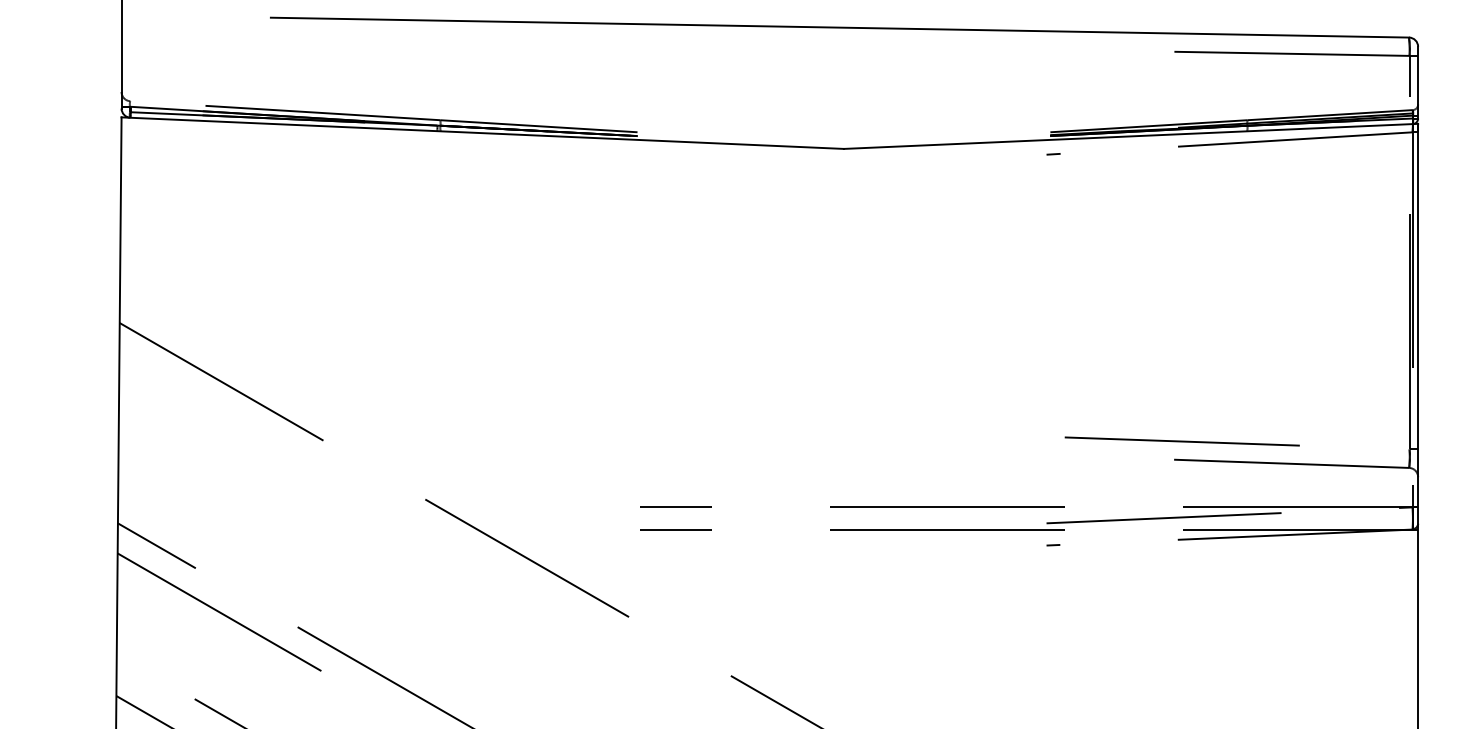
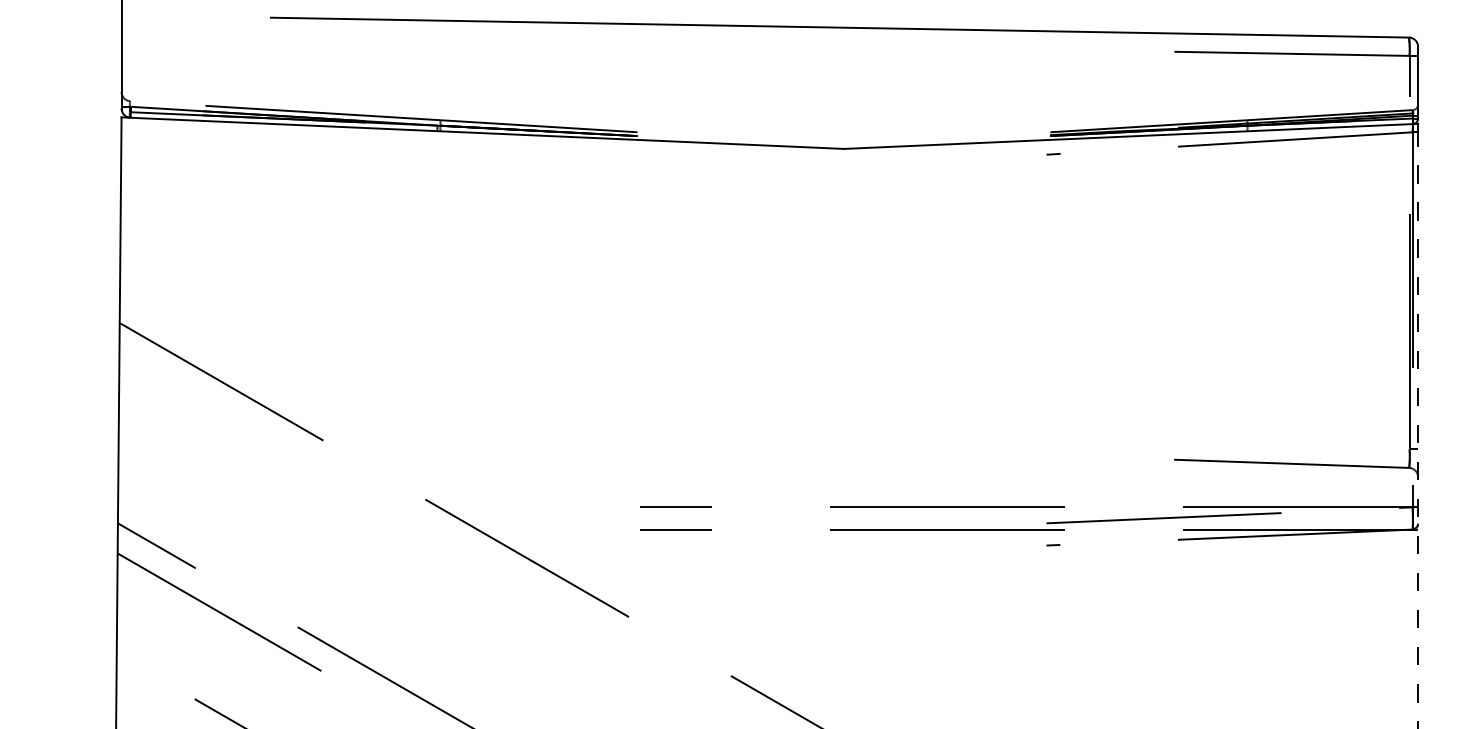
line at (1418, 425): solid -> dashed
line at (1181, 441): present -> none
line at (141, 710): present -> none
